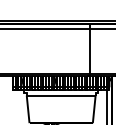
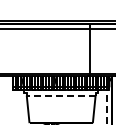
line at (60, 95): solid -> dashed
line at (106, 106): solid -> dashed
